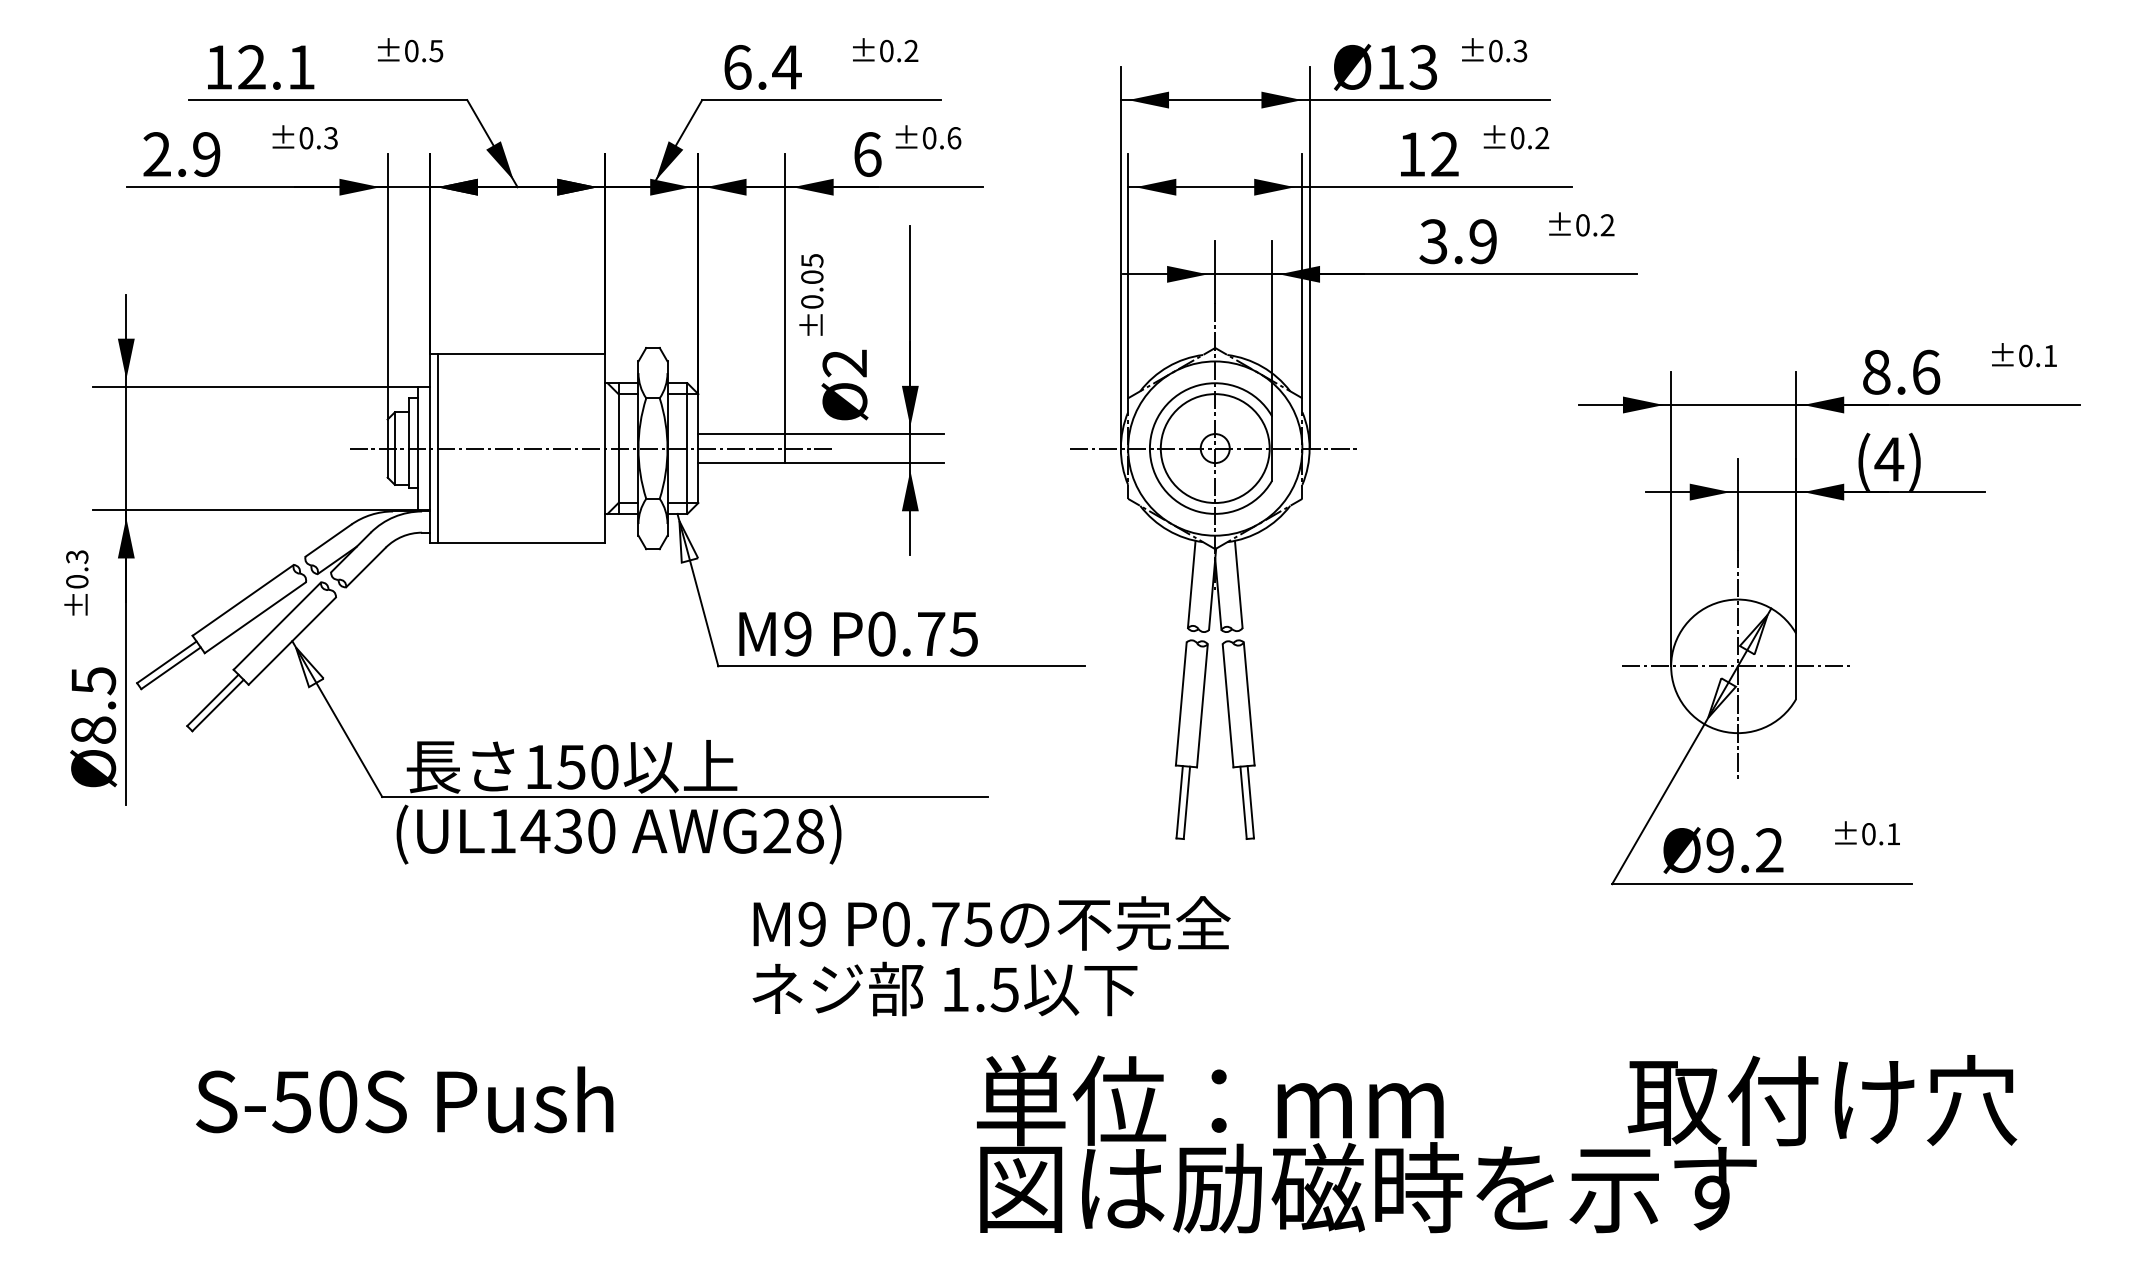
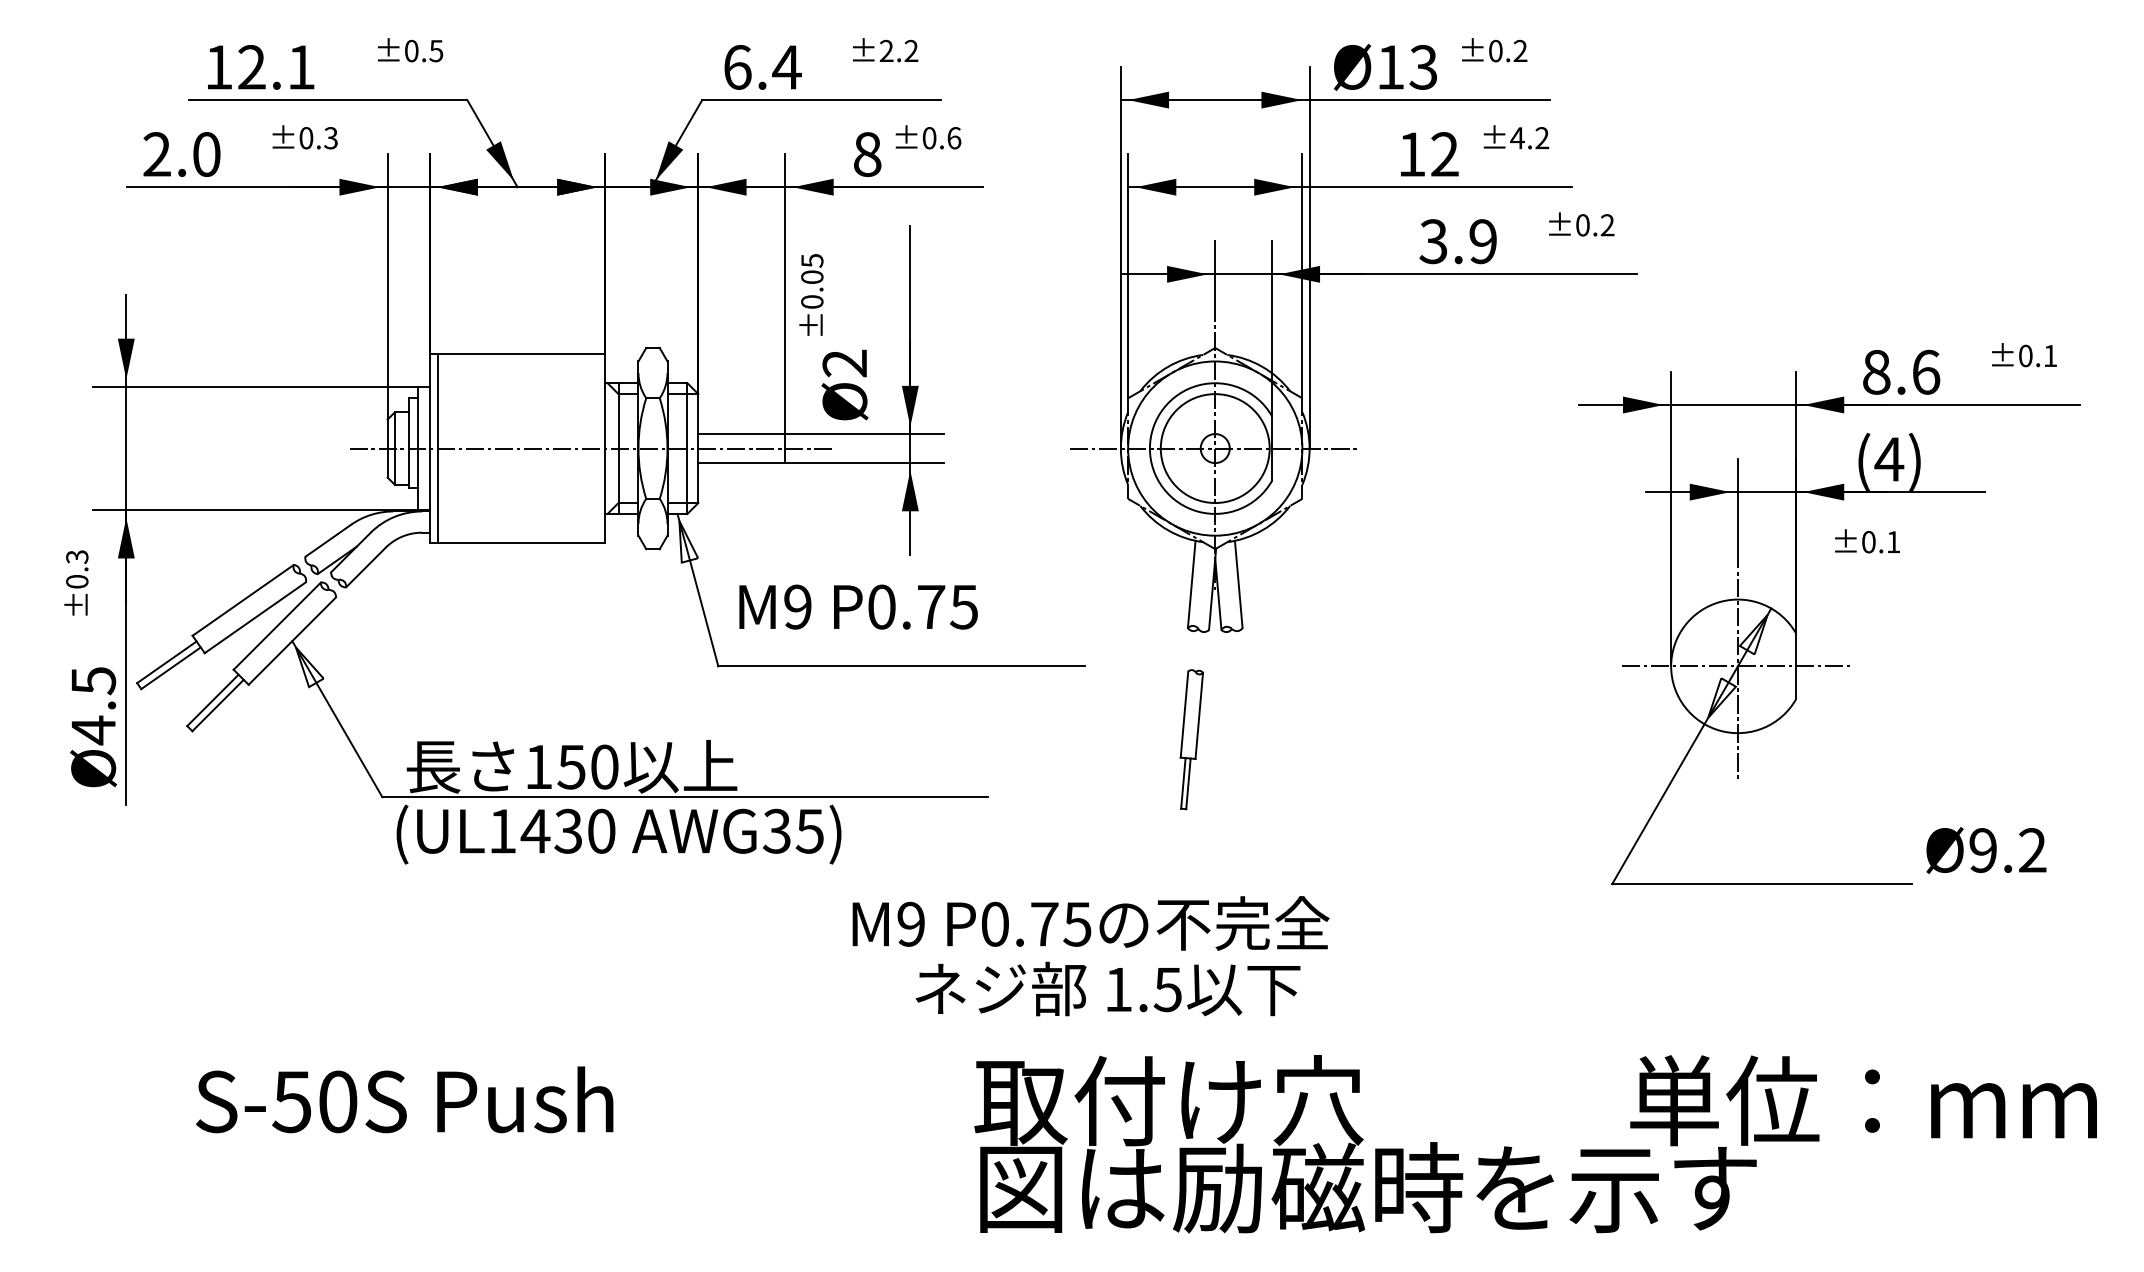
text at (886, 51): ±0.2 -> ±2.2
text at (1520, 51): ±0.3 -> ±0.2
text at (1517, 138): ±0.2 -> ±4.2
text at (206, 154): 2.9 -> 2.0
text at (867, 154): 6 -> 8
text at (858, 633) position: (858, 633) -> (858, 606)
text at (93, 730): Ø8.5 -> Ø4.5
part at (1191, 739) size: 34x201 px -> 25x142 px
part at (1238, 739): present -> none
text at (793, 831): AWG28) -> AWG35)
text at (1867, 833) position: (1867, 833) -> (1867, 541)
text at (1723, 850) position: (1723, 850) -> (1986, 850)
text at (991, 923) position: (991, 923) -> (1090, 923)
text at (944, 988) position: (944, 988) -> (1107, 988)
text at (1208, 1100): 単位：mm -> 取付け穴
text at (1861, 1100): 取付け穴 -> 単位：mm
